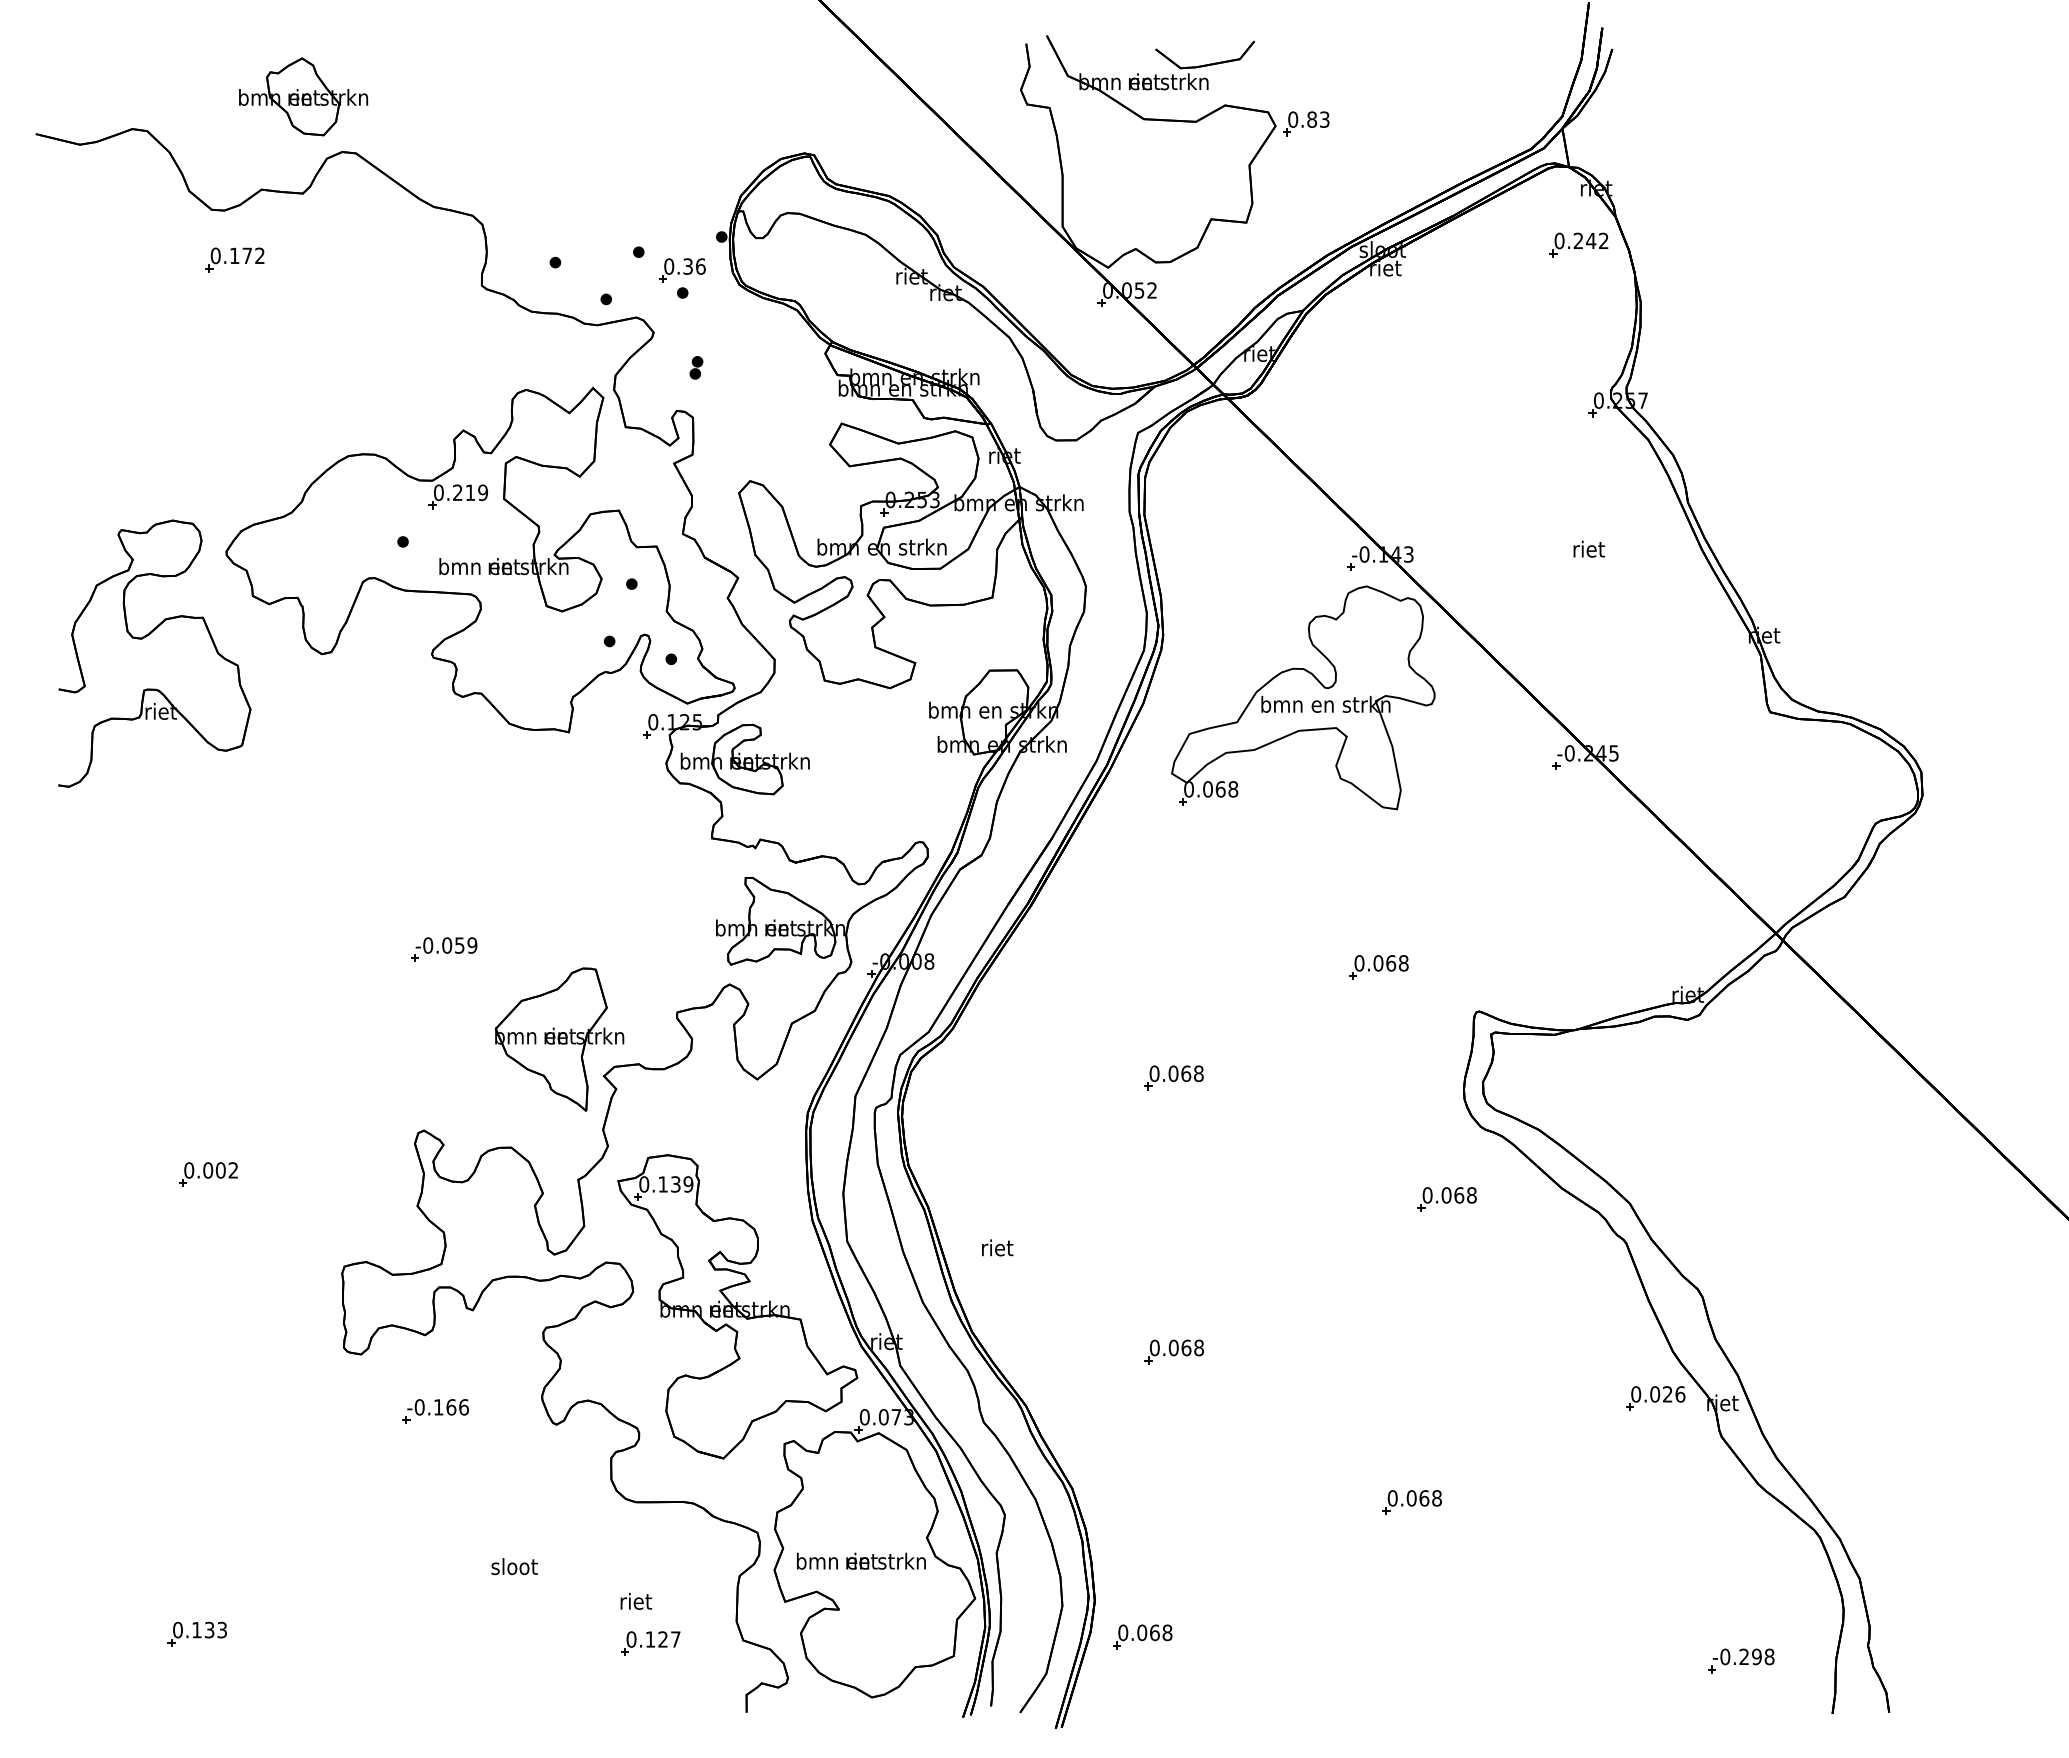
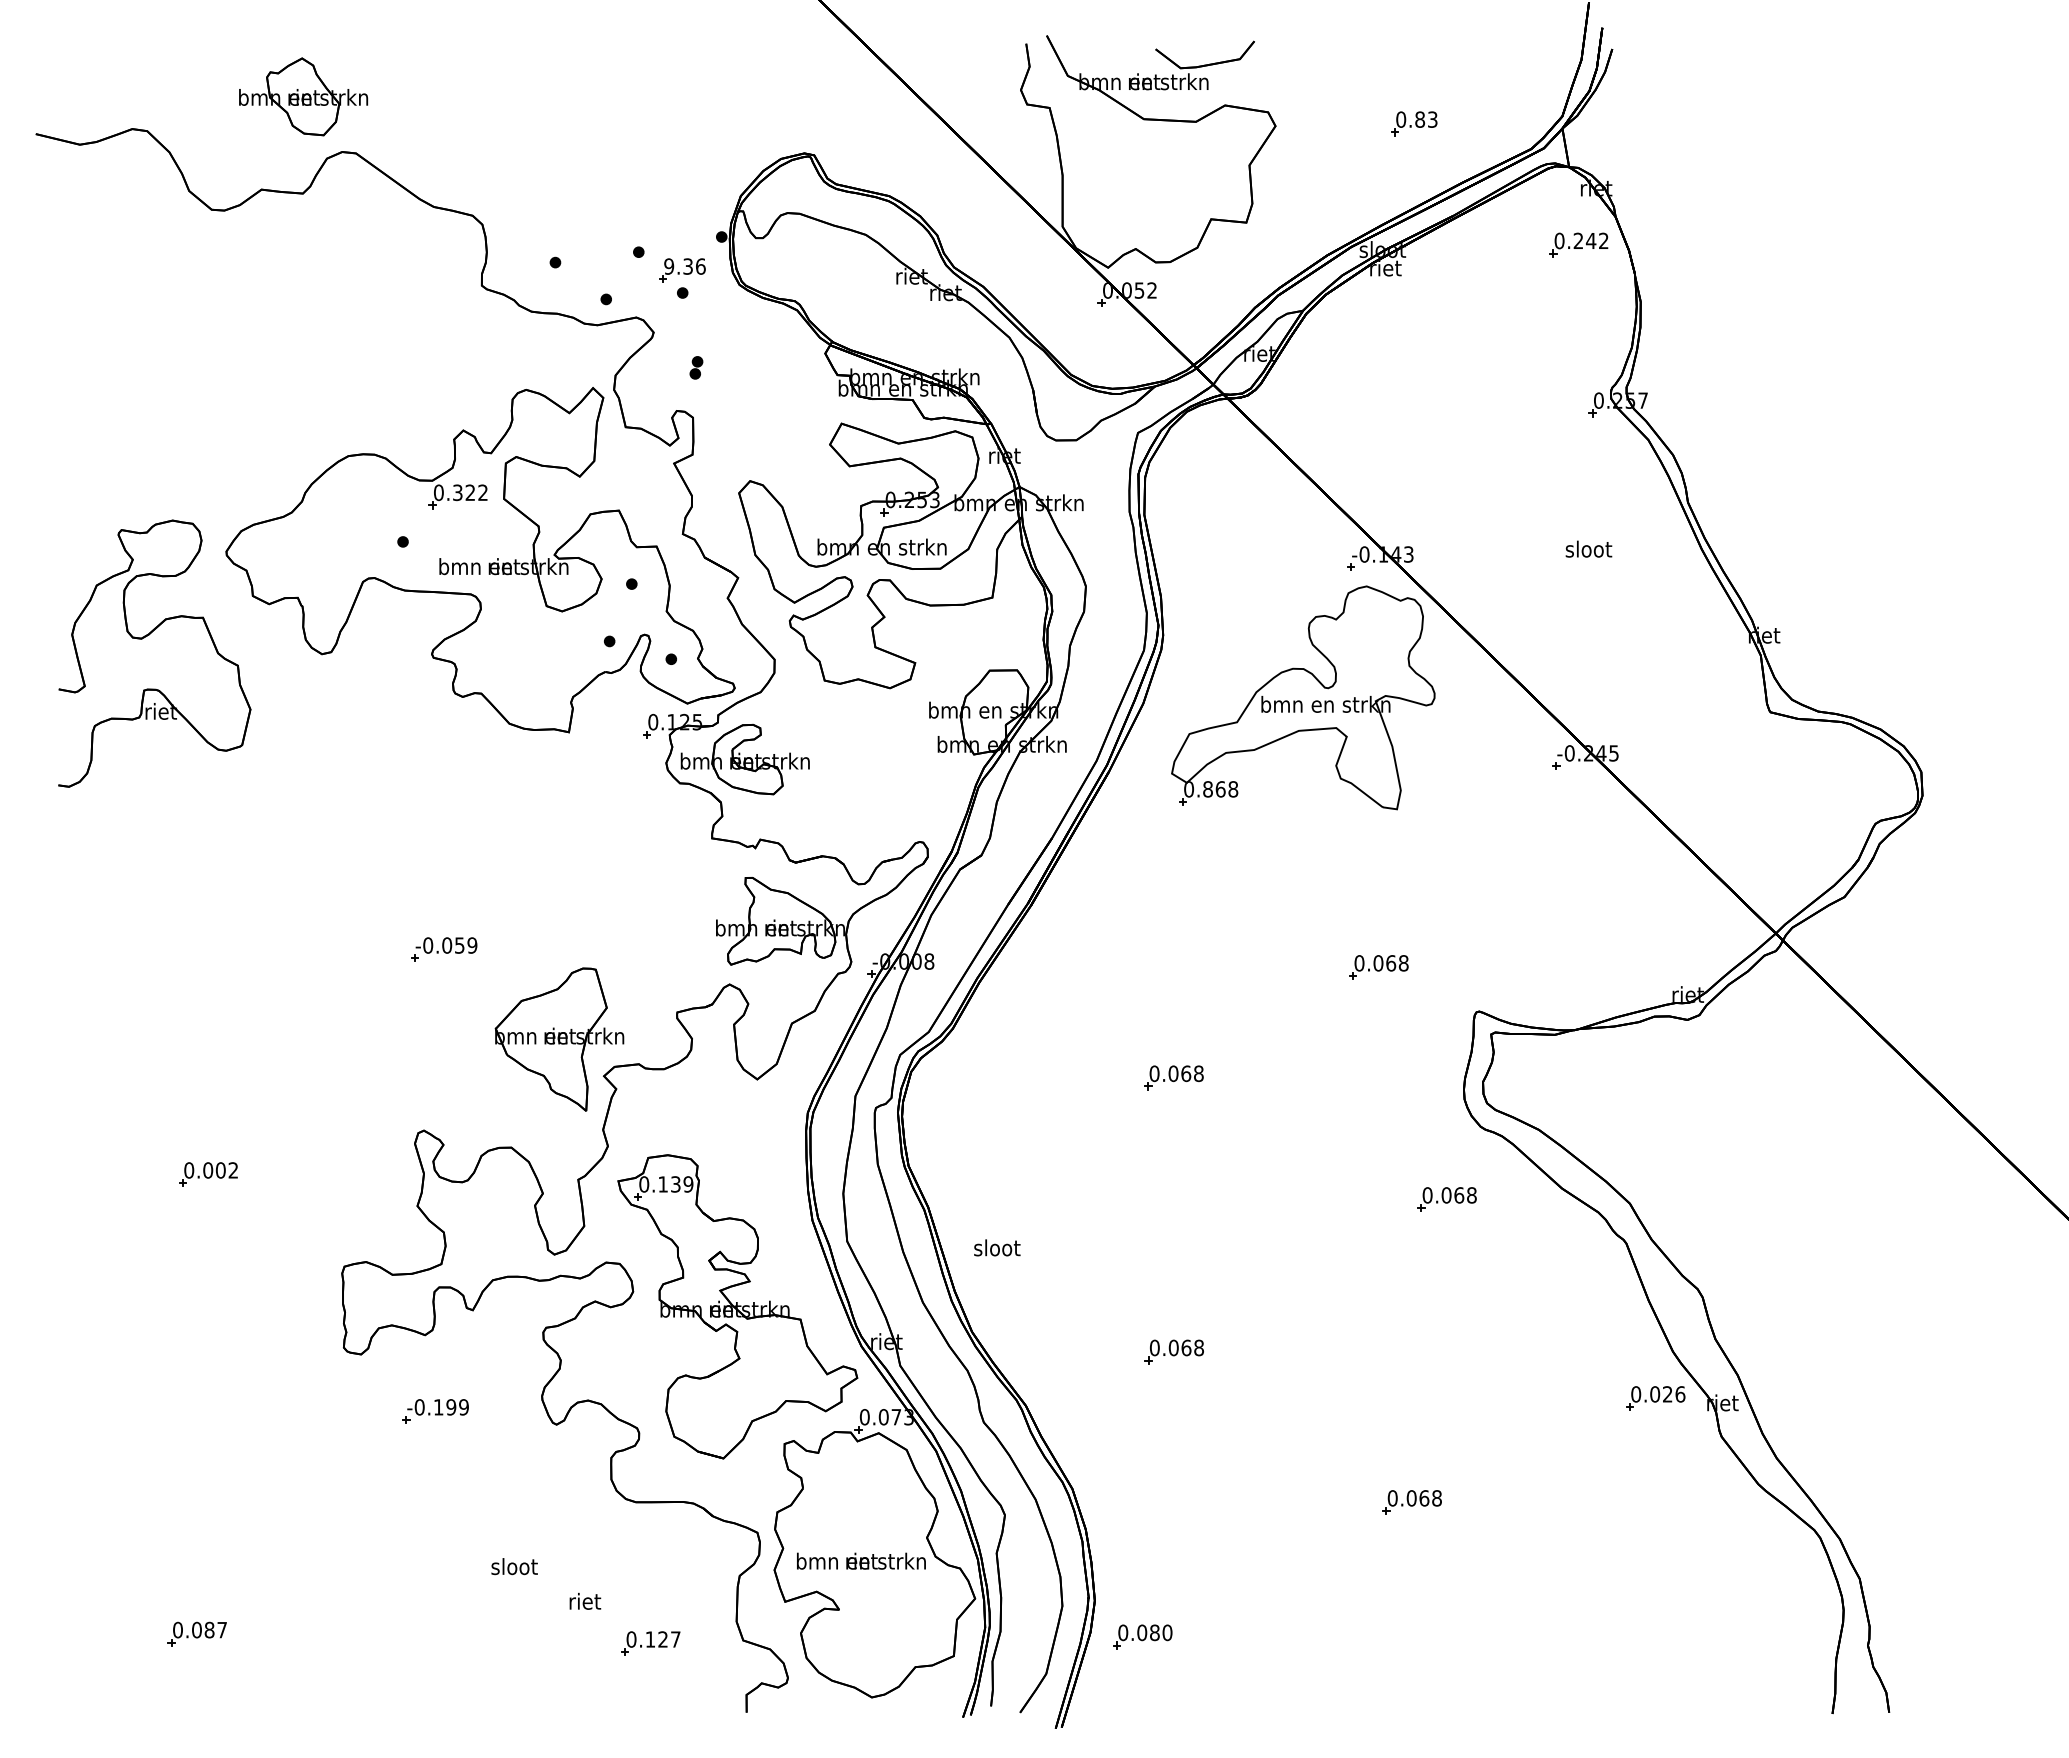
part at (1306, 123) position: (1306, 123) -> (1414, 123)
part at (234, 259): present -> none
text at (669, 266): 0.36 -> 9.36
text at (470, 492): 0.219 -> 0.322
text at (1588, 548): riet -> sloot
text at (1207, 789): 0.068 -> 0.868
text at (997, 1247): riet -> sloot
text at (457, 1407): -0.166 -> -0.199
text at (636, 1600) position: (636, 1600) -> (585, 1600)
text at (209, 1629): 0.133 -> 0.087
text at (1161, 1632): 0.068 -> 0.080
part at (1741, 1660): present -> none
